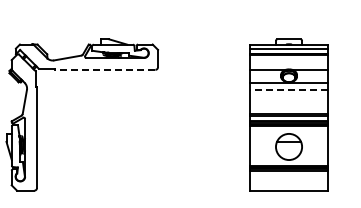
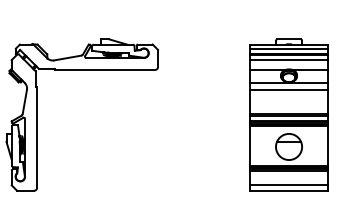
line at (289, 60): none -> present
line at (104, 69): dashed -> solid
line at (288, 89): dashed -> solid
line at (289, 185): none -> present
